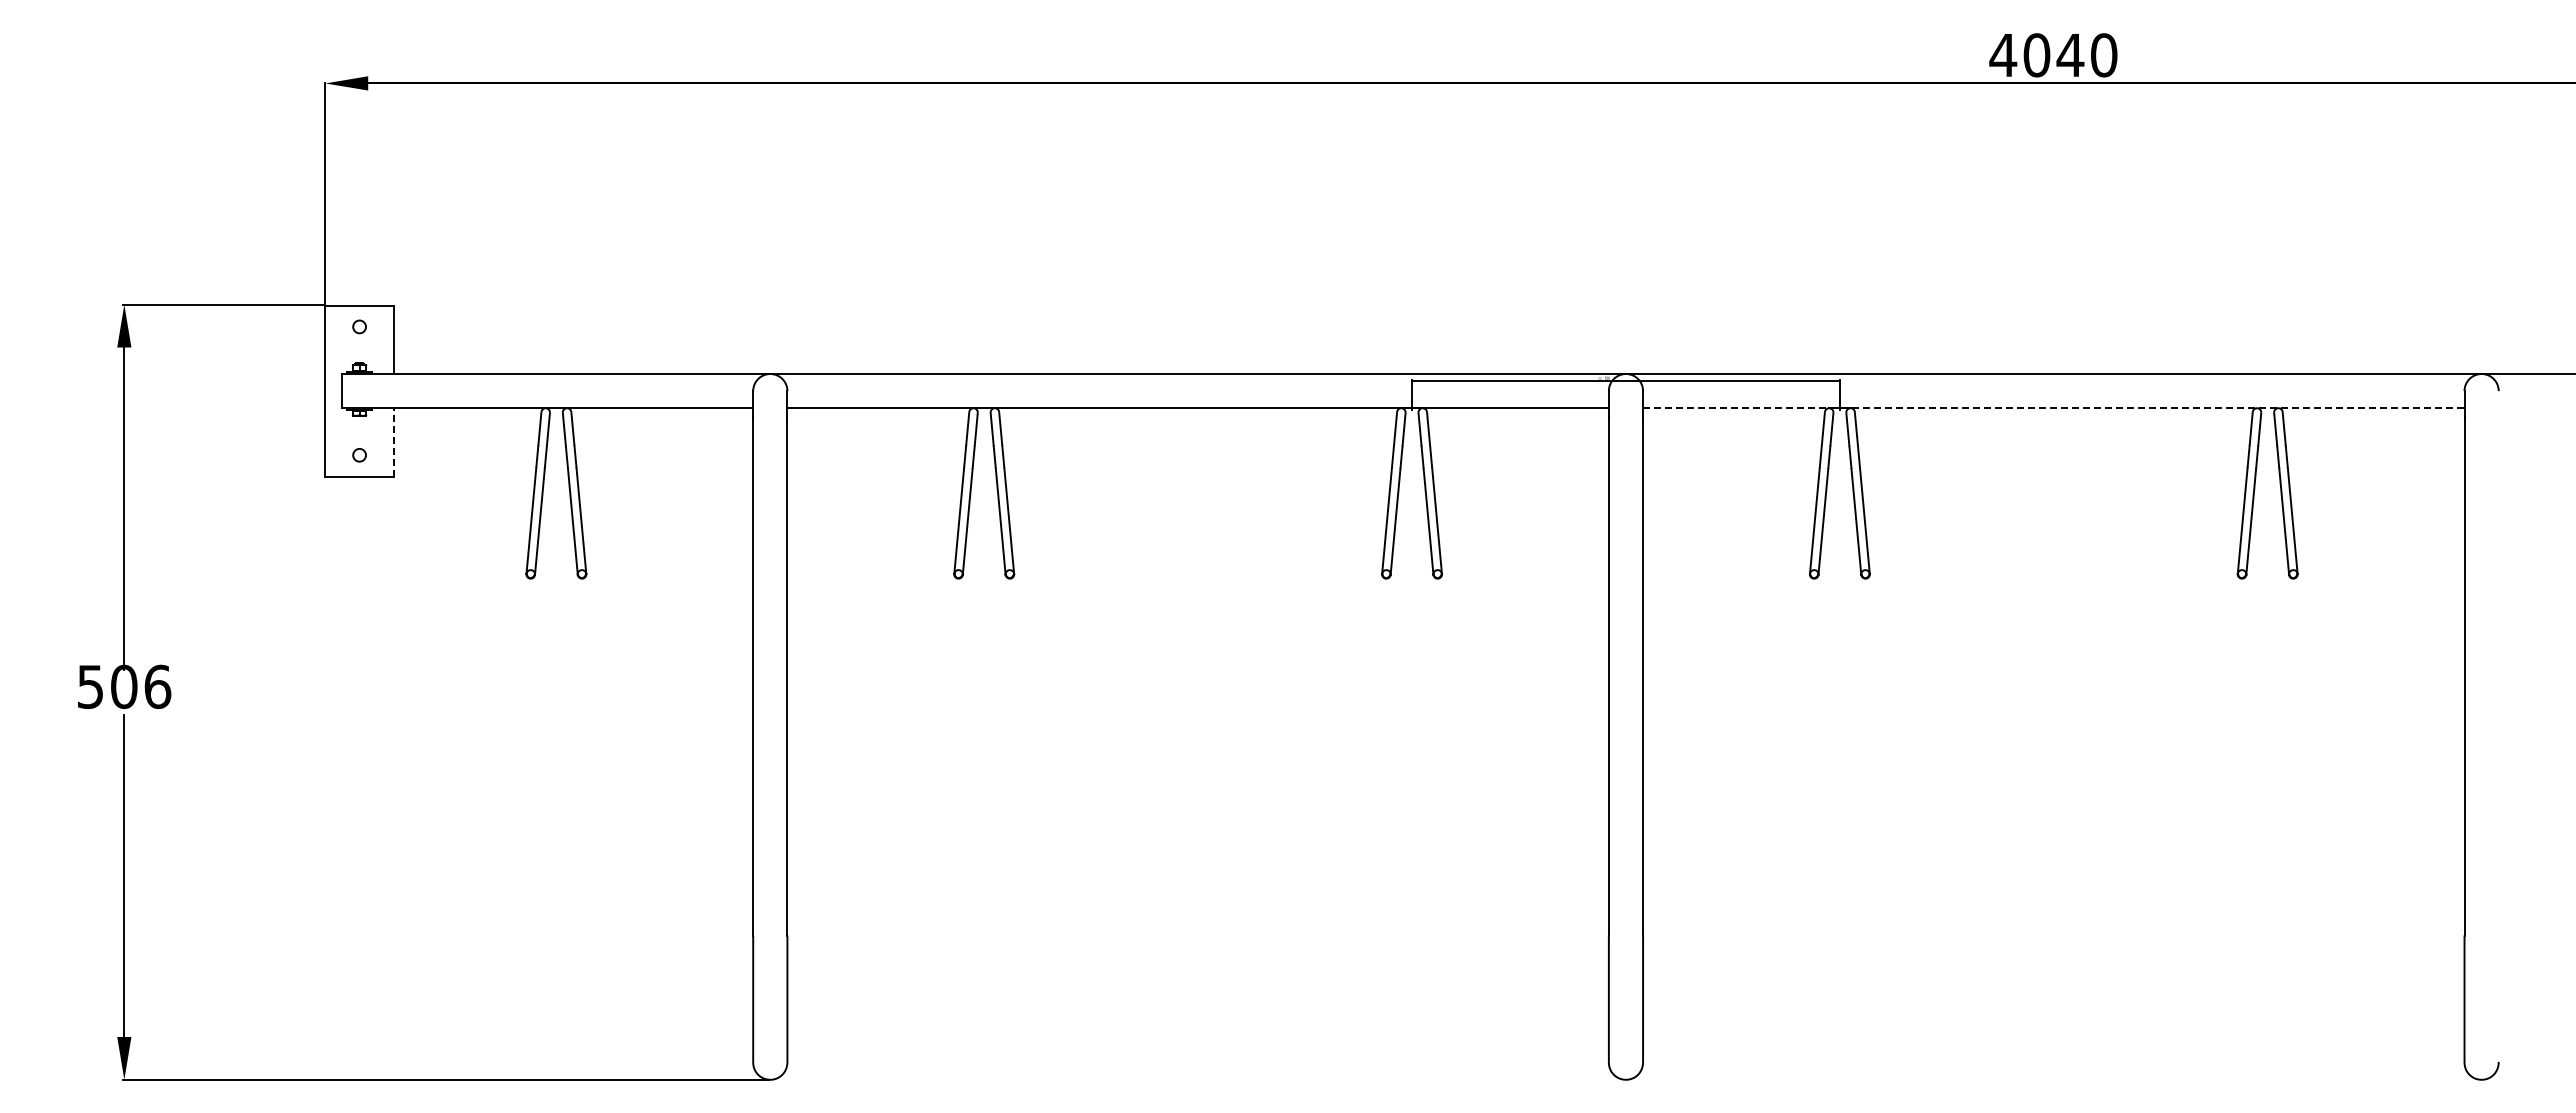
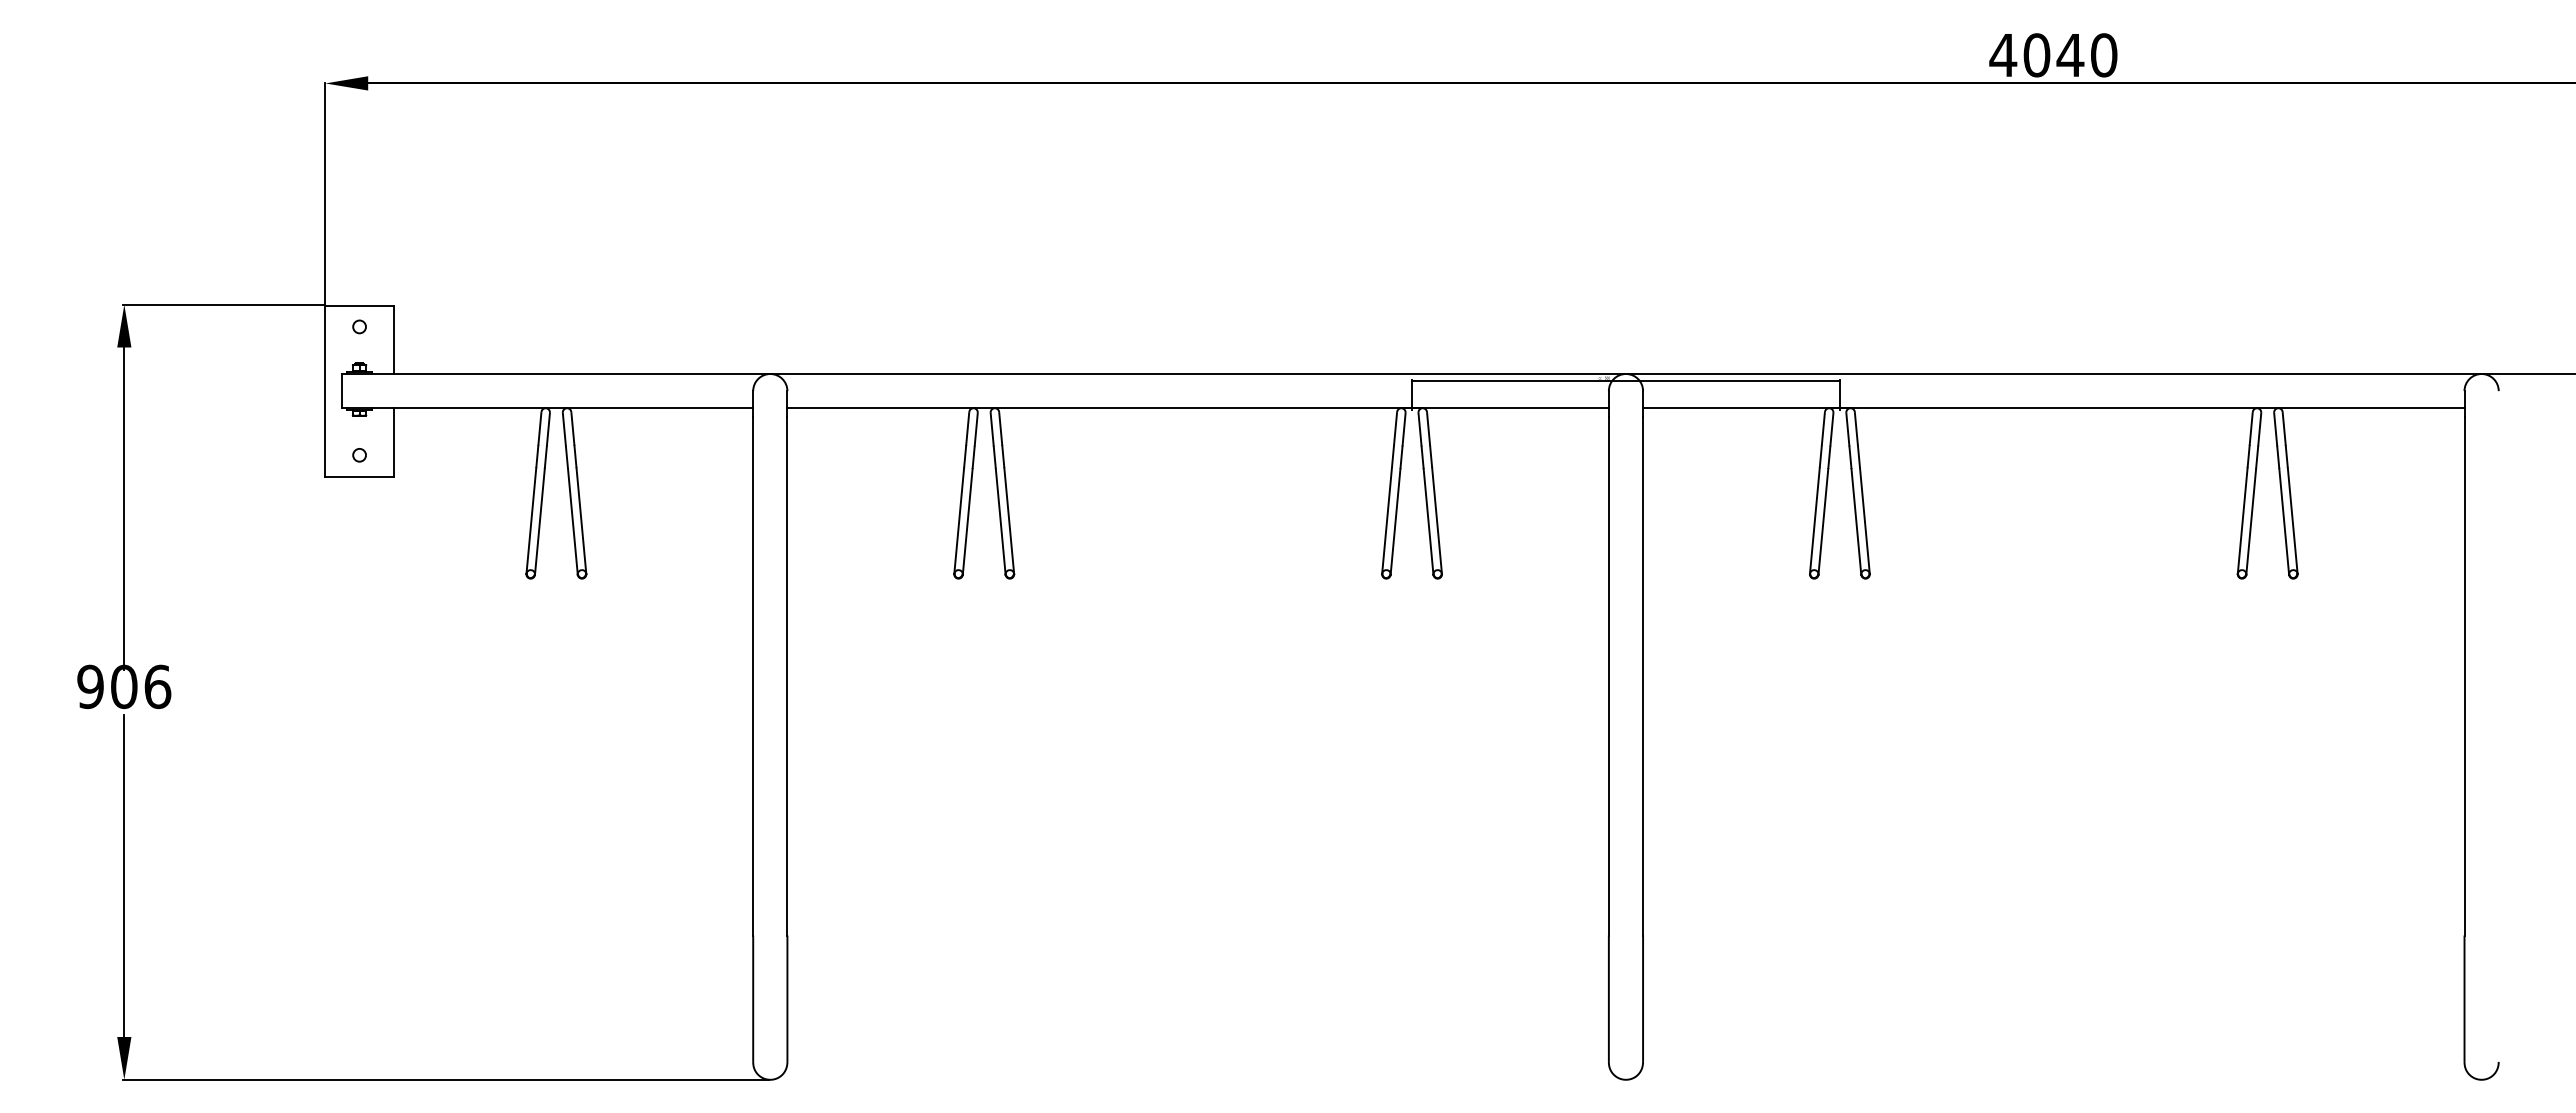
line at (2053, 408): dashed -> solid
line at (393, 441): dashed -> solid
text at (90, 686): 506 -> 906
